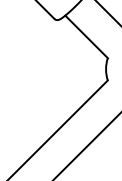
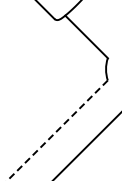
line at (107, 12): present -> none
line at (57, 130): solid -> dashed
